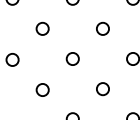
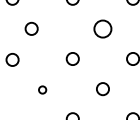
circle at (42, 28) position: (42, 28) -> (31, 28)
circle at (102, 28) size: 14x15 px -> 20x20 px
circle at (42, 89) size: 15x14 px -> 10x10 px
